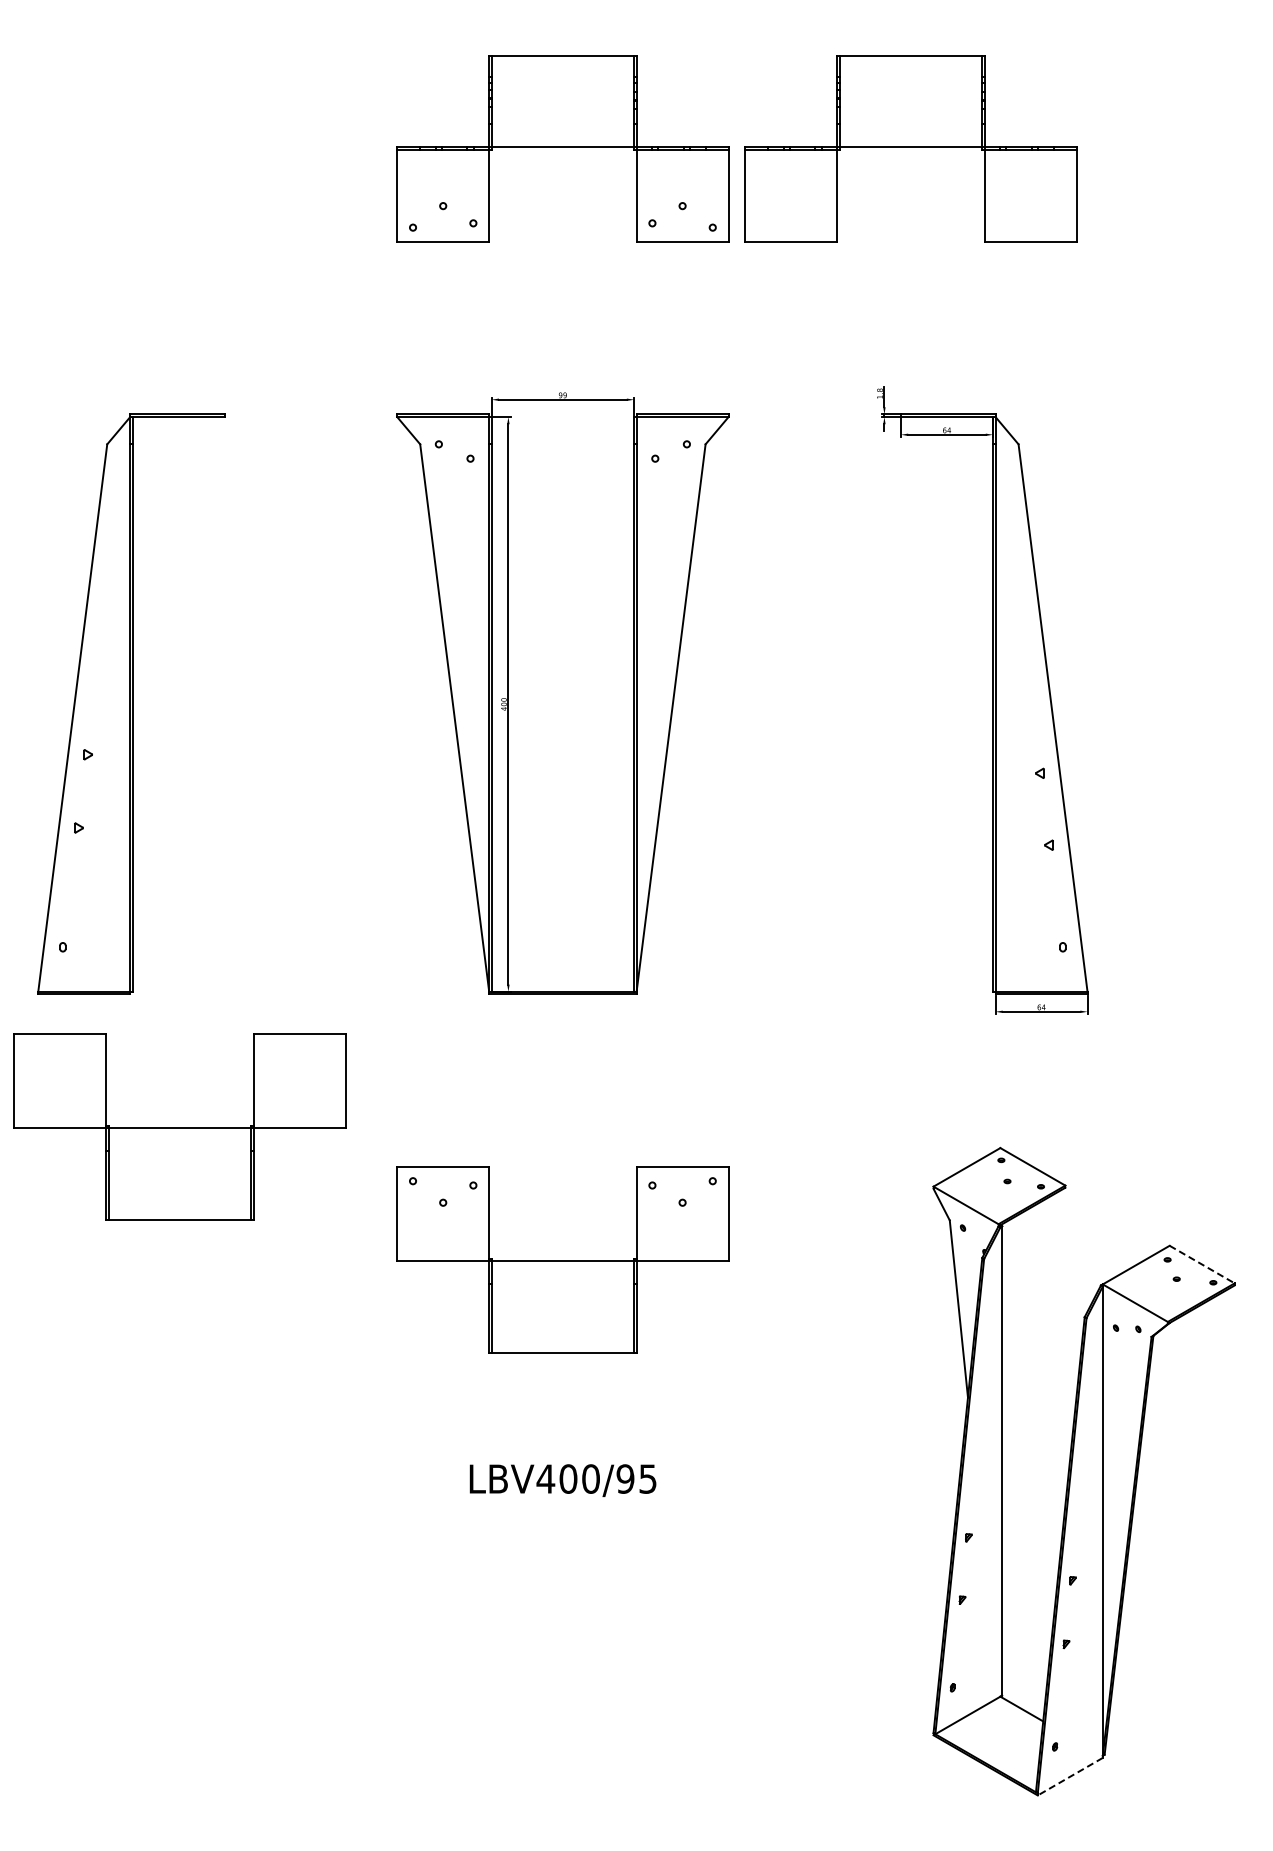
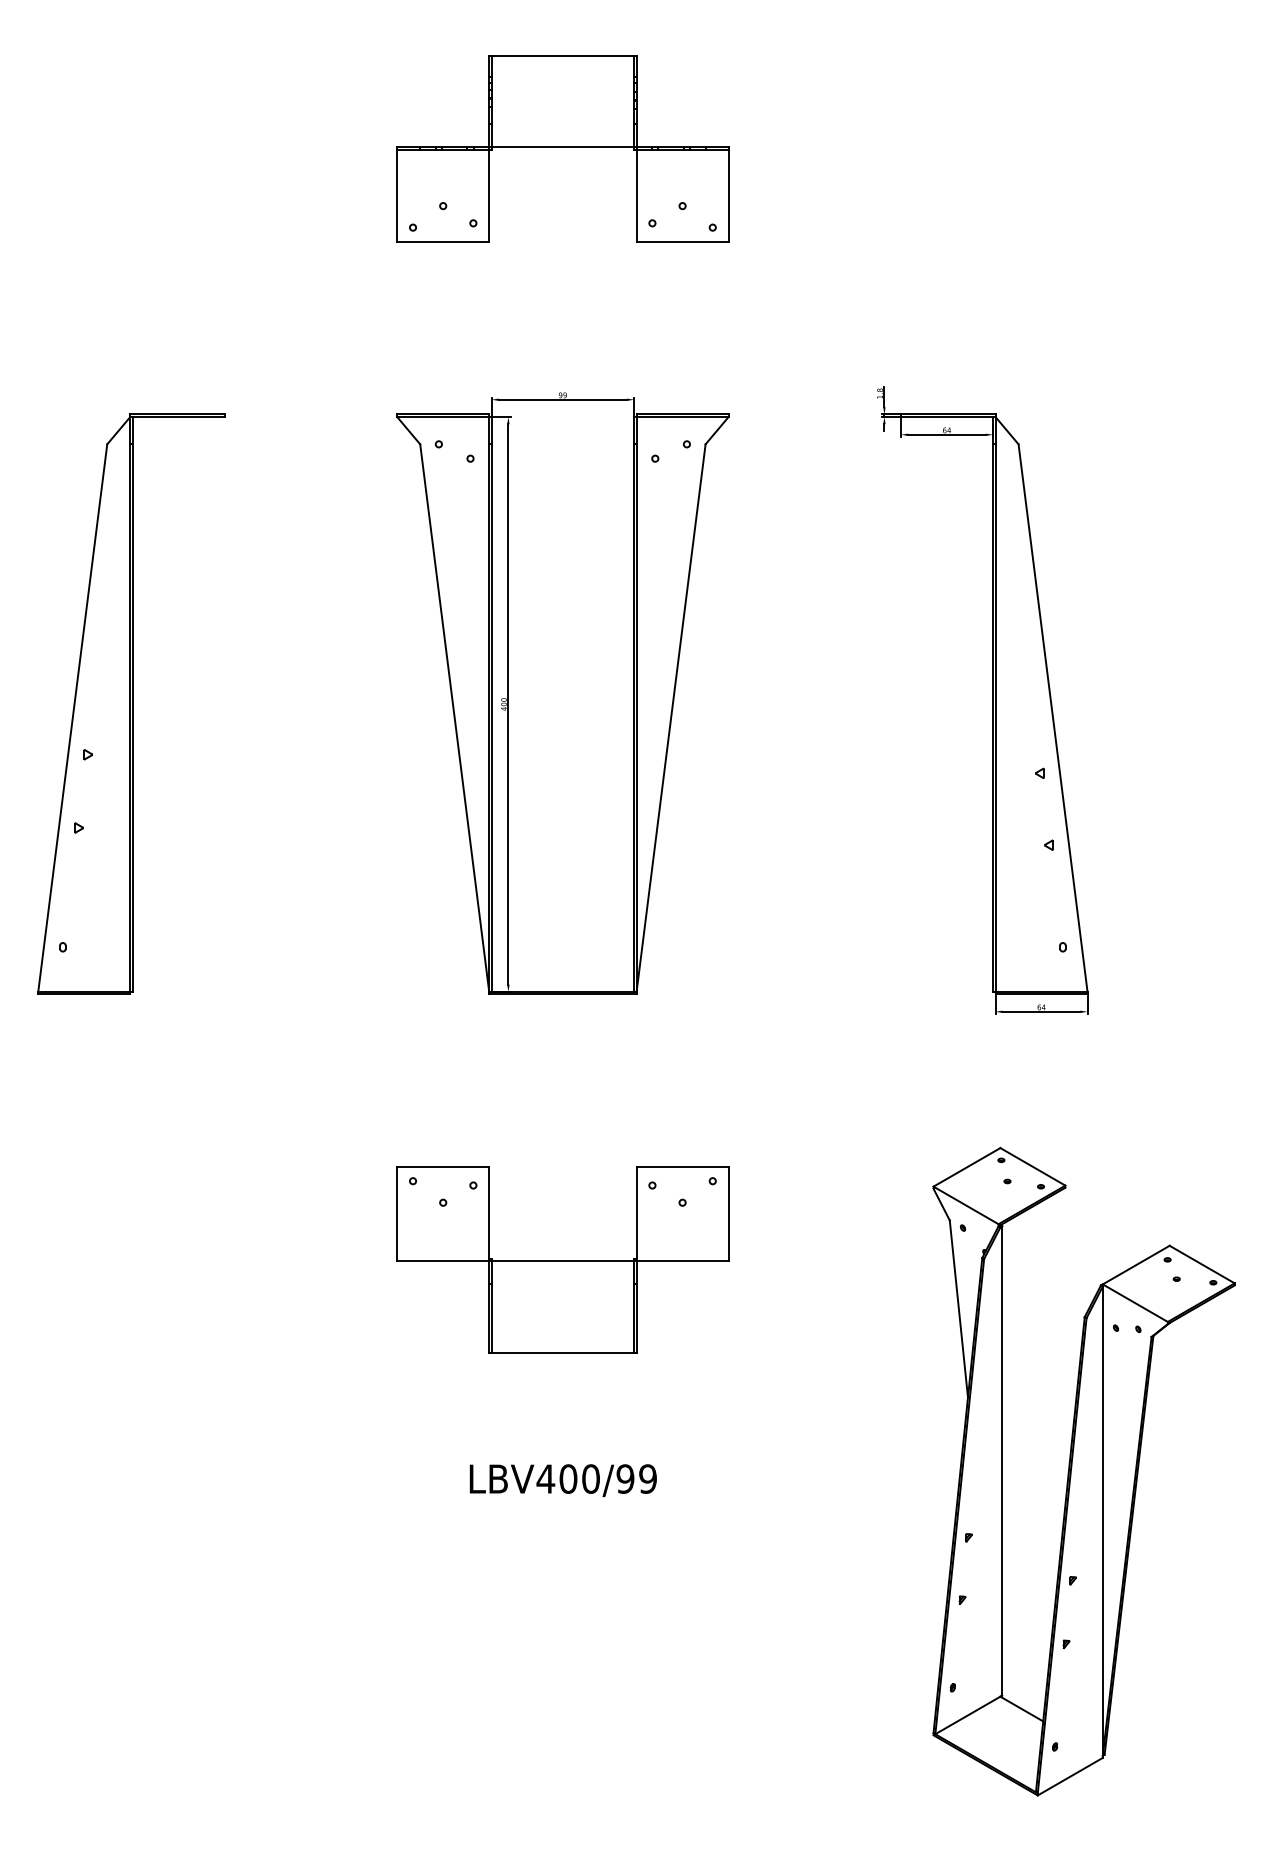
part at (910, 148): present -> none
part at (179, 1126): present -> none
line at (1202, 1264): dashed -> solid
text at (647, 1478): LBV400/95 -> LBV400/99
line at (1070, 1776): dashed -> solid
